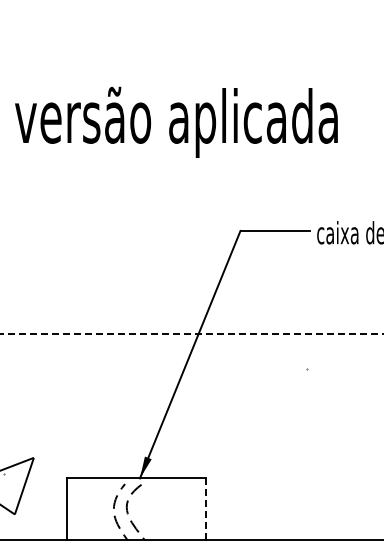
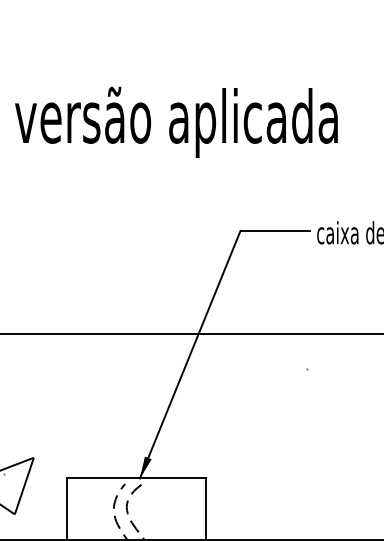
line at (192, 333): dashed -> solid
line at (206, 509): dashed -> solid
